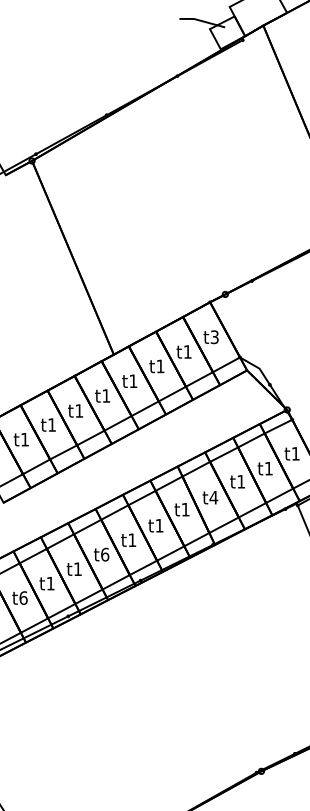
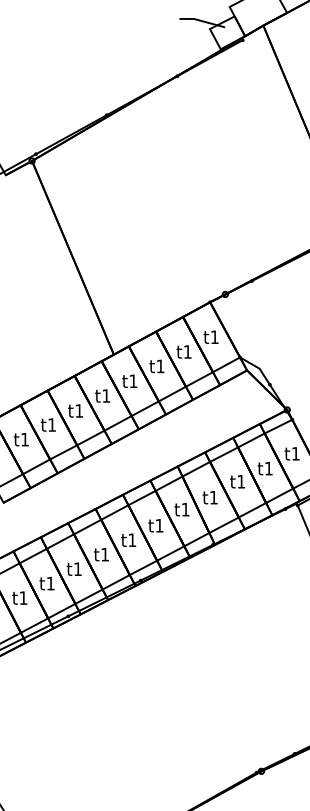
text at (214, 337): t3 -> t1
text at (213, 497): t4 -> t1
text at (105, 554): t6 -> t1
text at (23, 597): t6 -> t1
